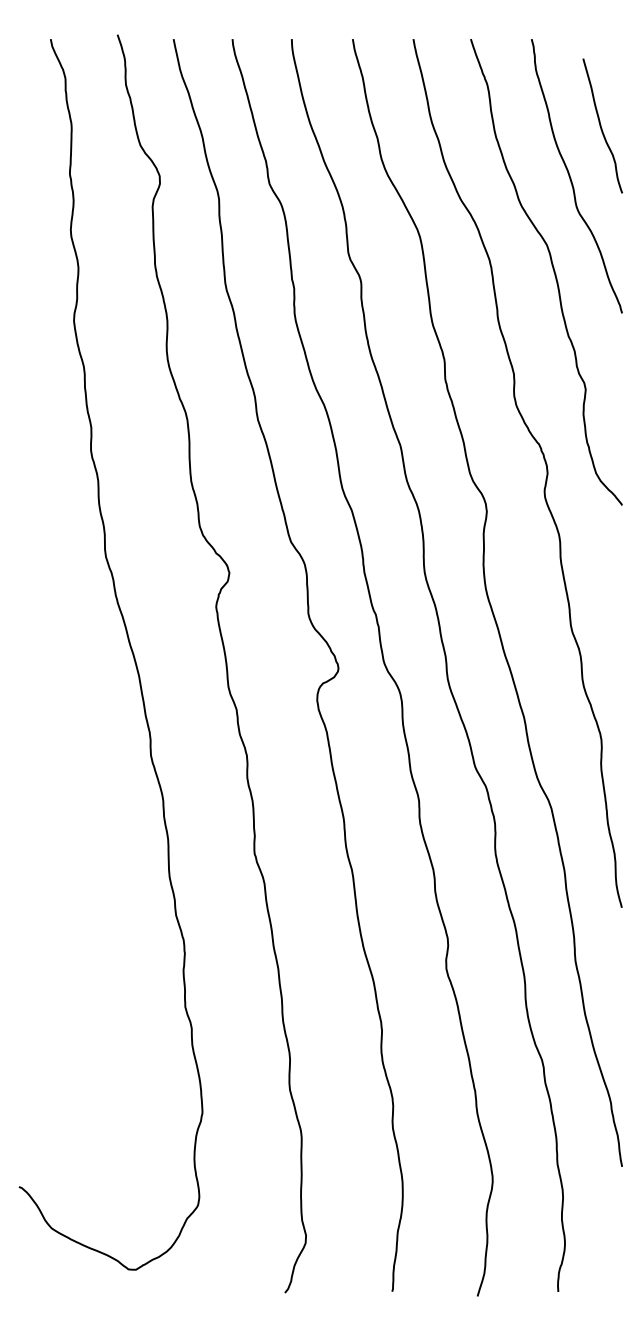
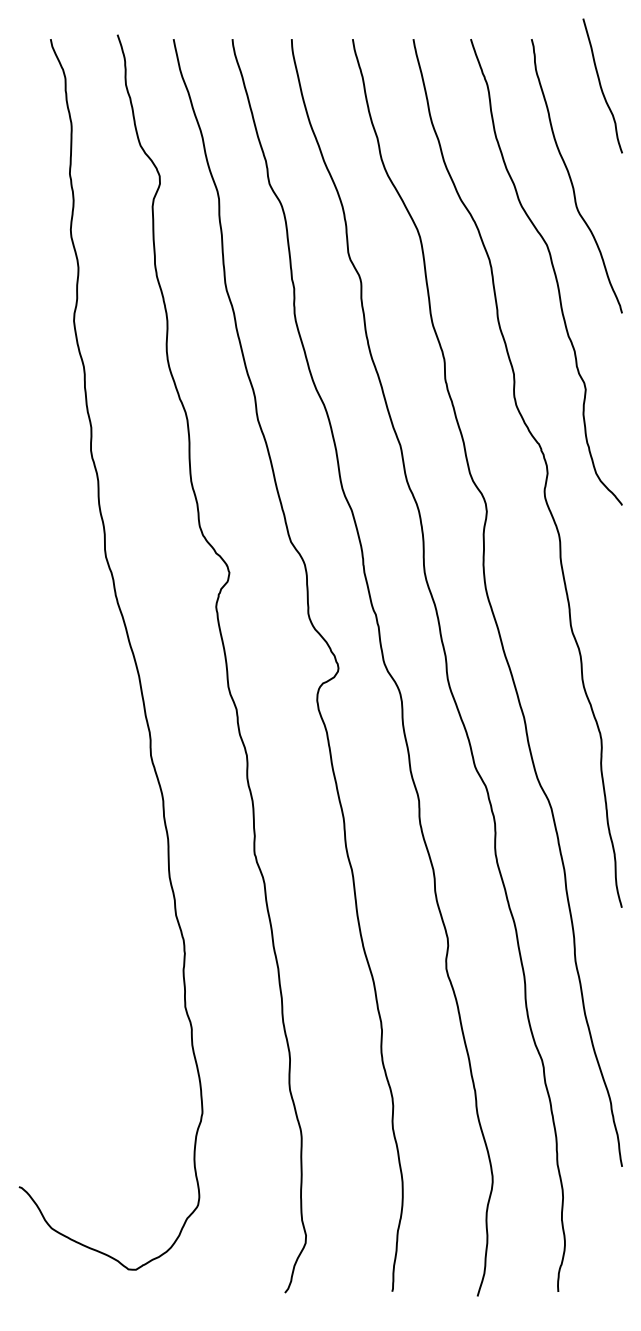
curve at (601, 125) position: (601, 125) -> (601, 85)
